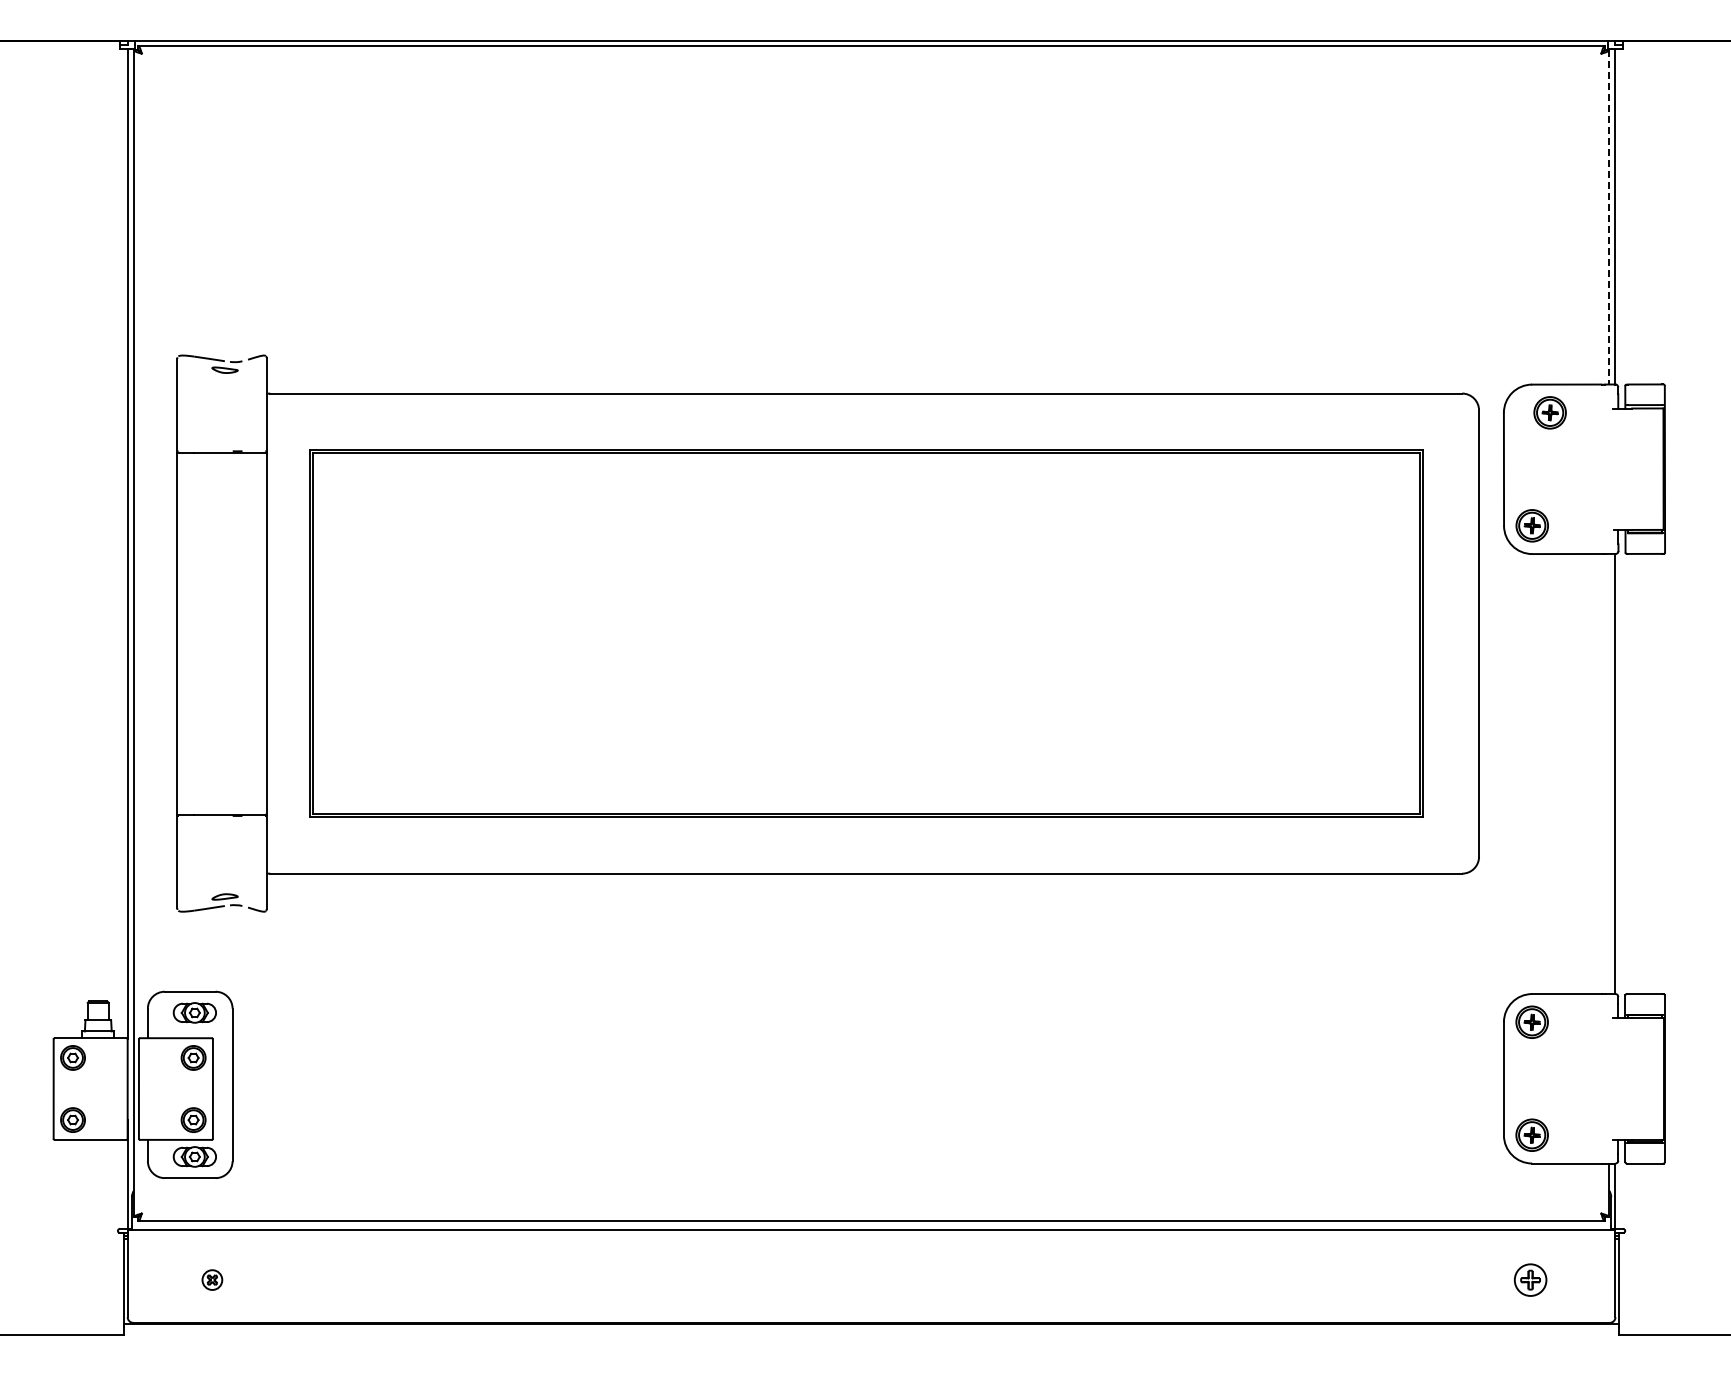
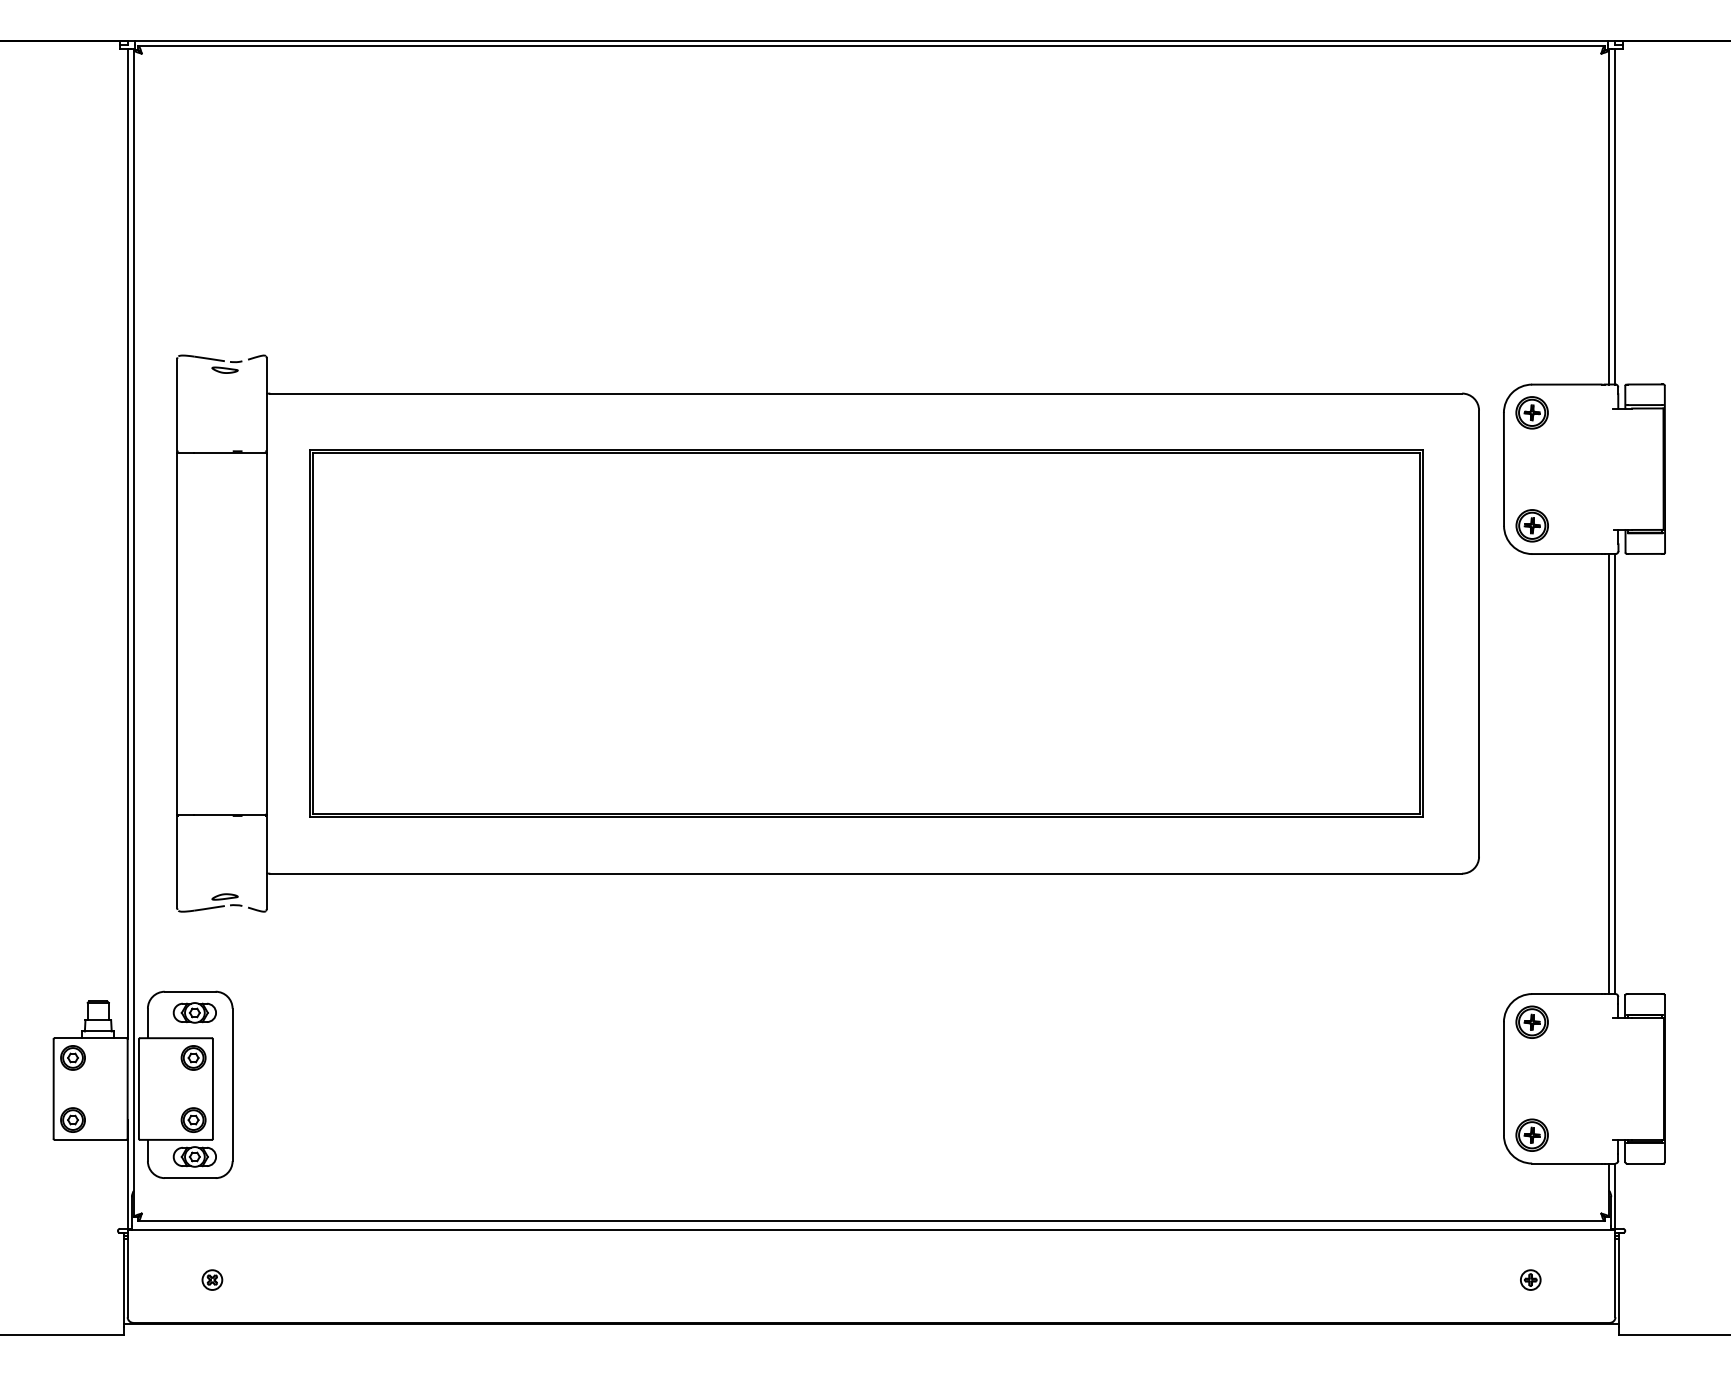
line at (1608, 217): dashed -> solid
part at (1549, 412) position: (1549, 412) -> (1531, 412)
line at (1608, 773): none -> present
part at (1530, 1279) size: 35x34 px -> 22x22 px
